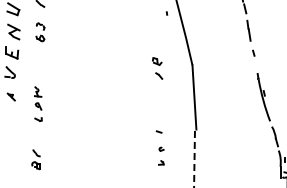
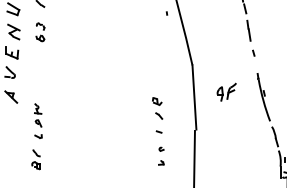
part at (157, 68) position: (157, 68) -> (157, 108)
part at (226, 91): none -> present
part at (10, 96) size: 10x10 px -> 15x14 px
part at (38, 103) position: (38, 103) -> (38, 120)
line at (194, 159): dashed -> solid
